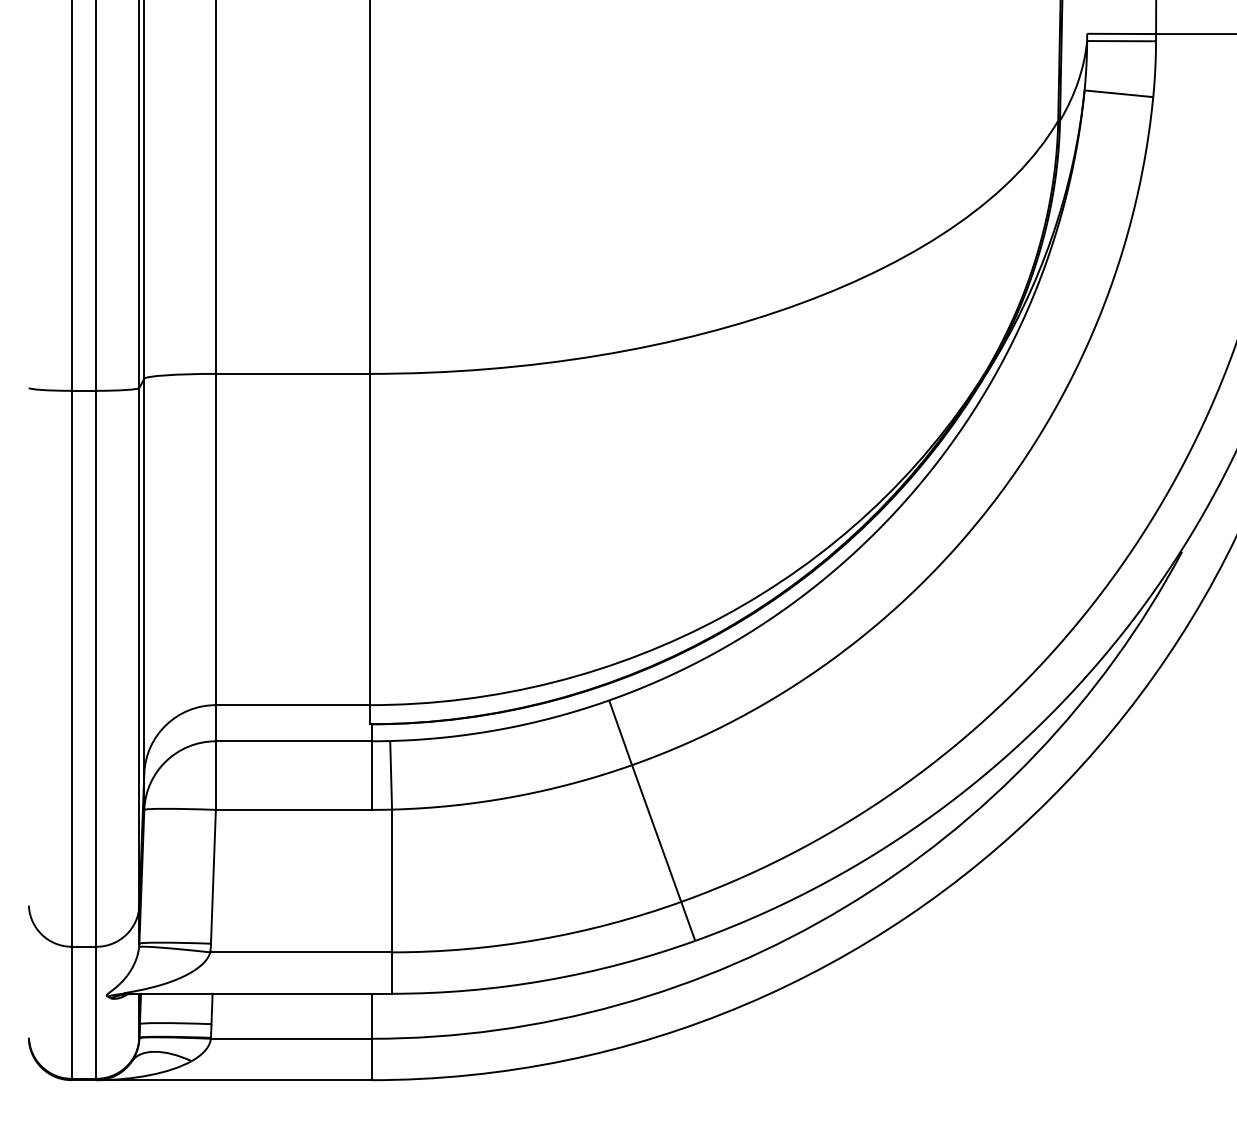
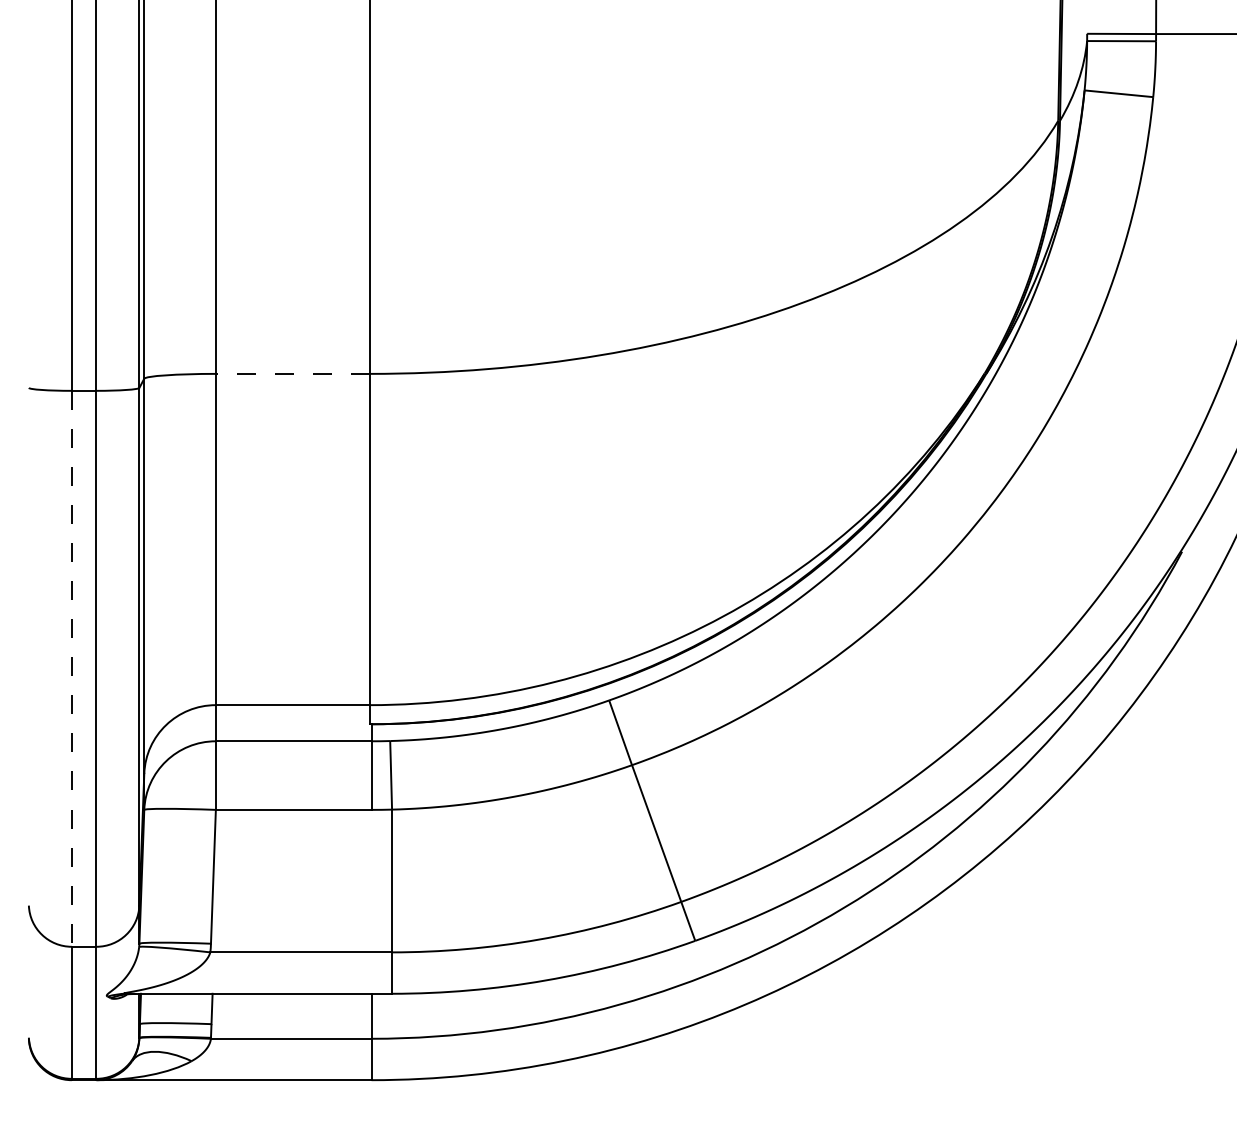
line at (292, 373): solid -> dashed
line at (71, 668): solid -> dashed
